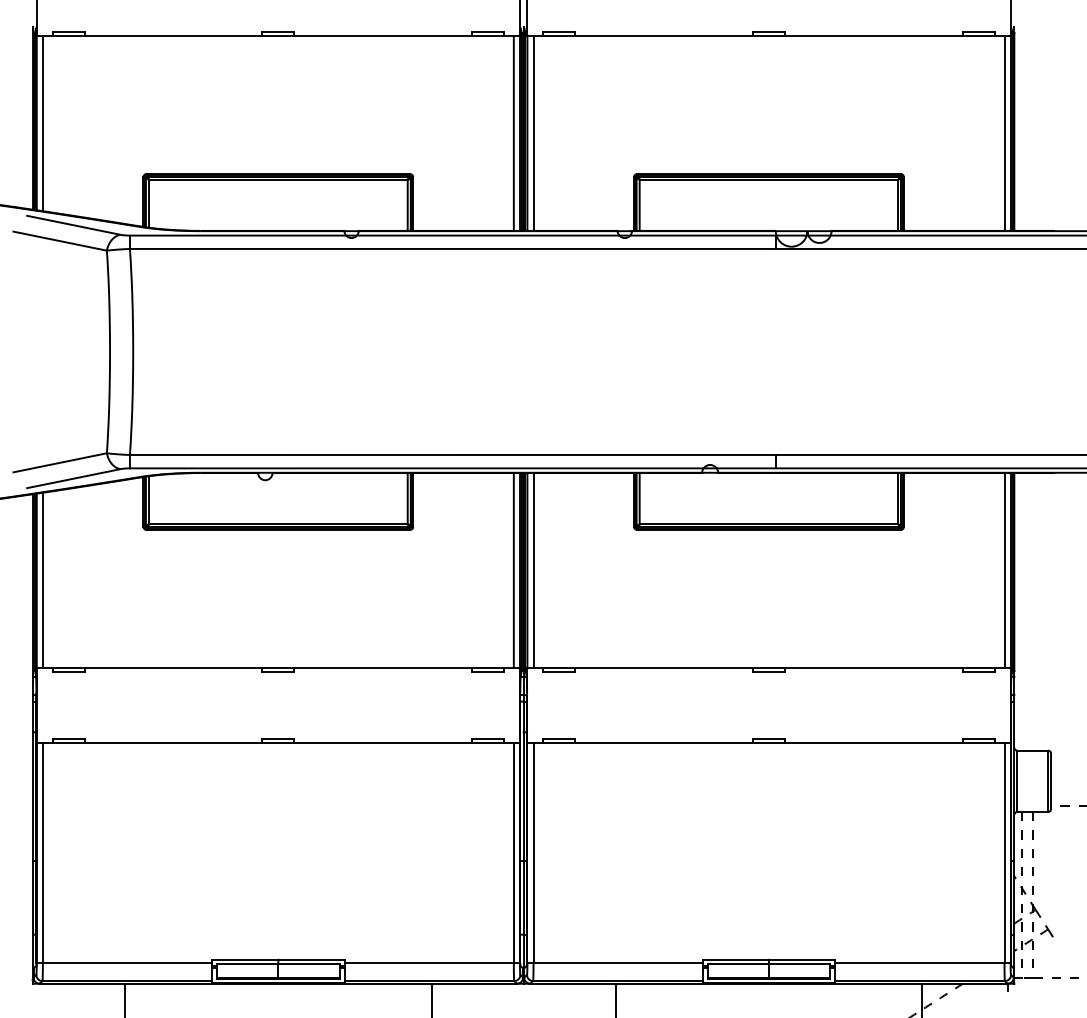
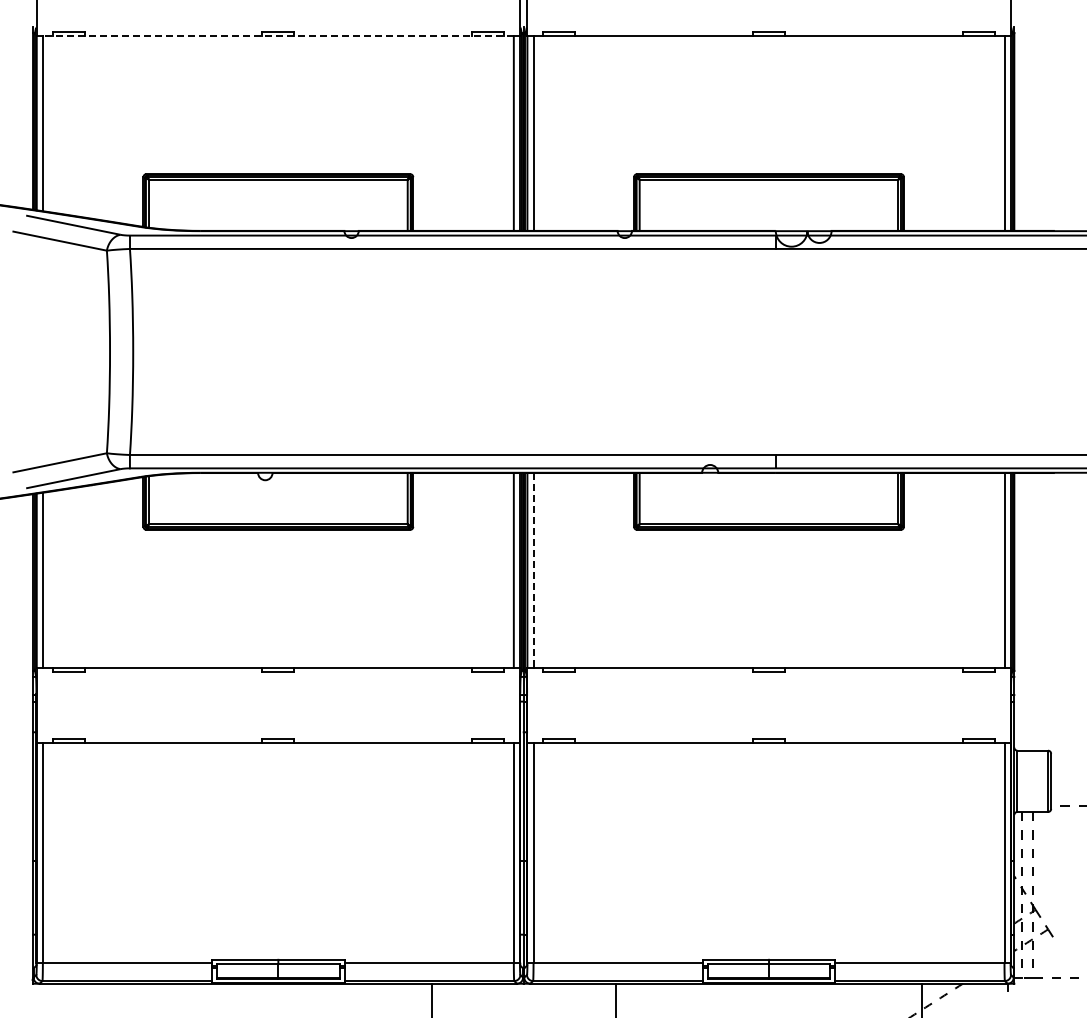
line at (277, 36): solid -> dashed
line at (533, 570): solid -> dashed
line at (125, 998): present -> none
